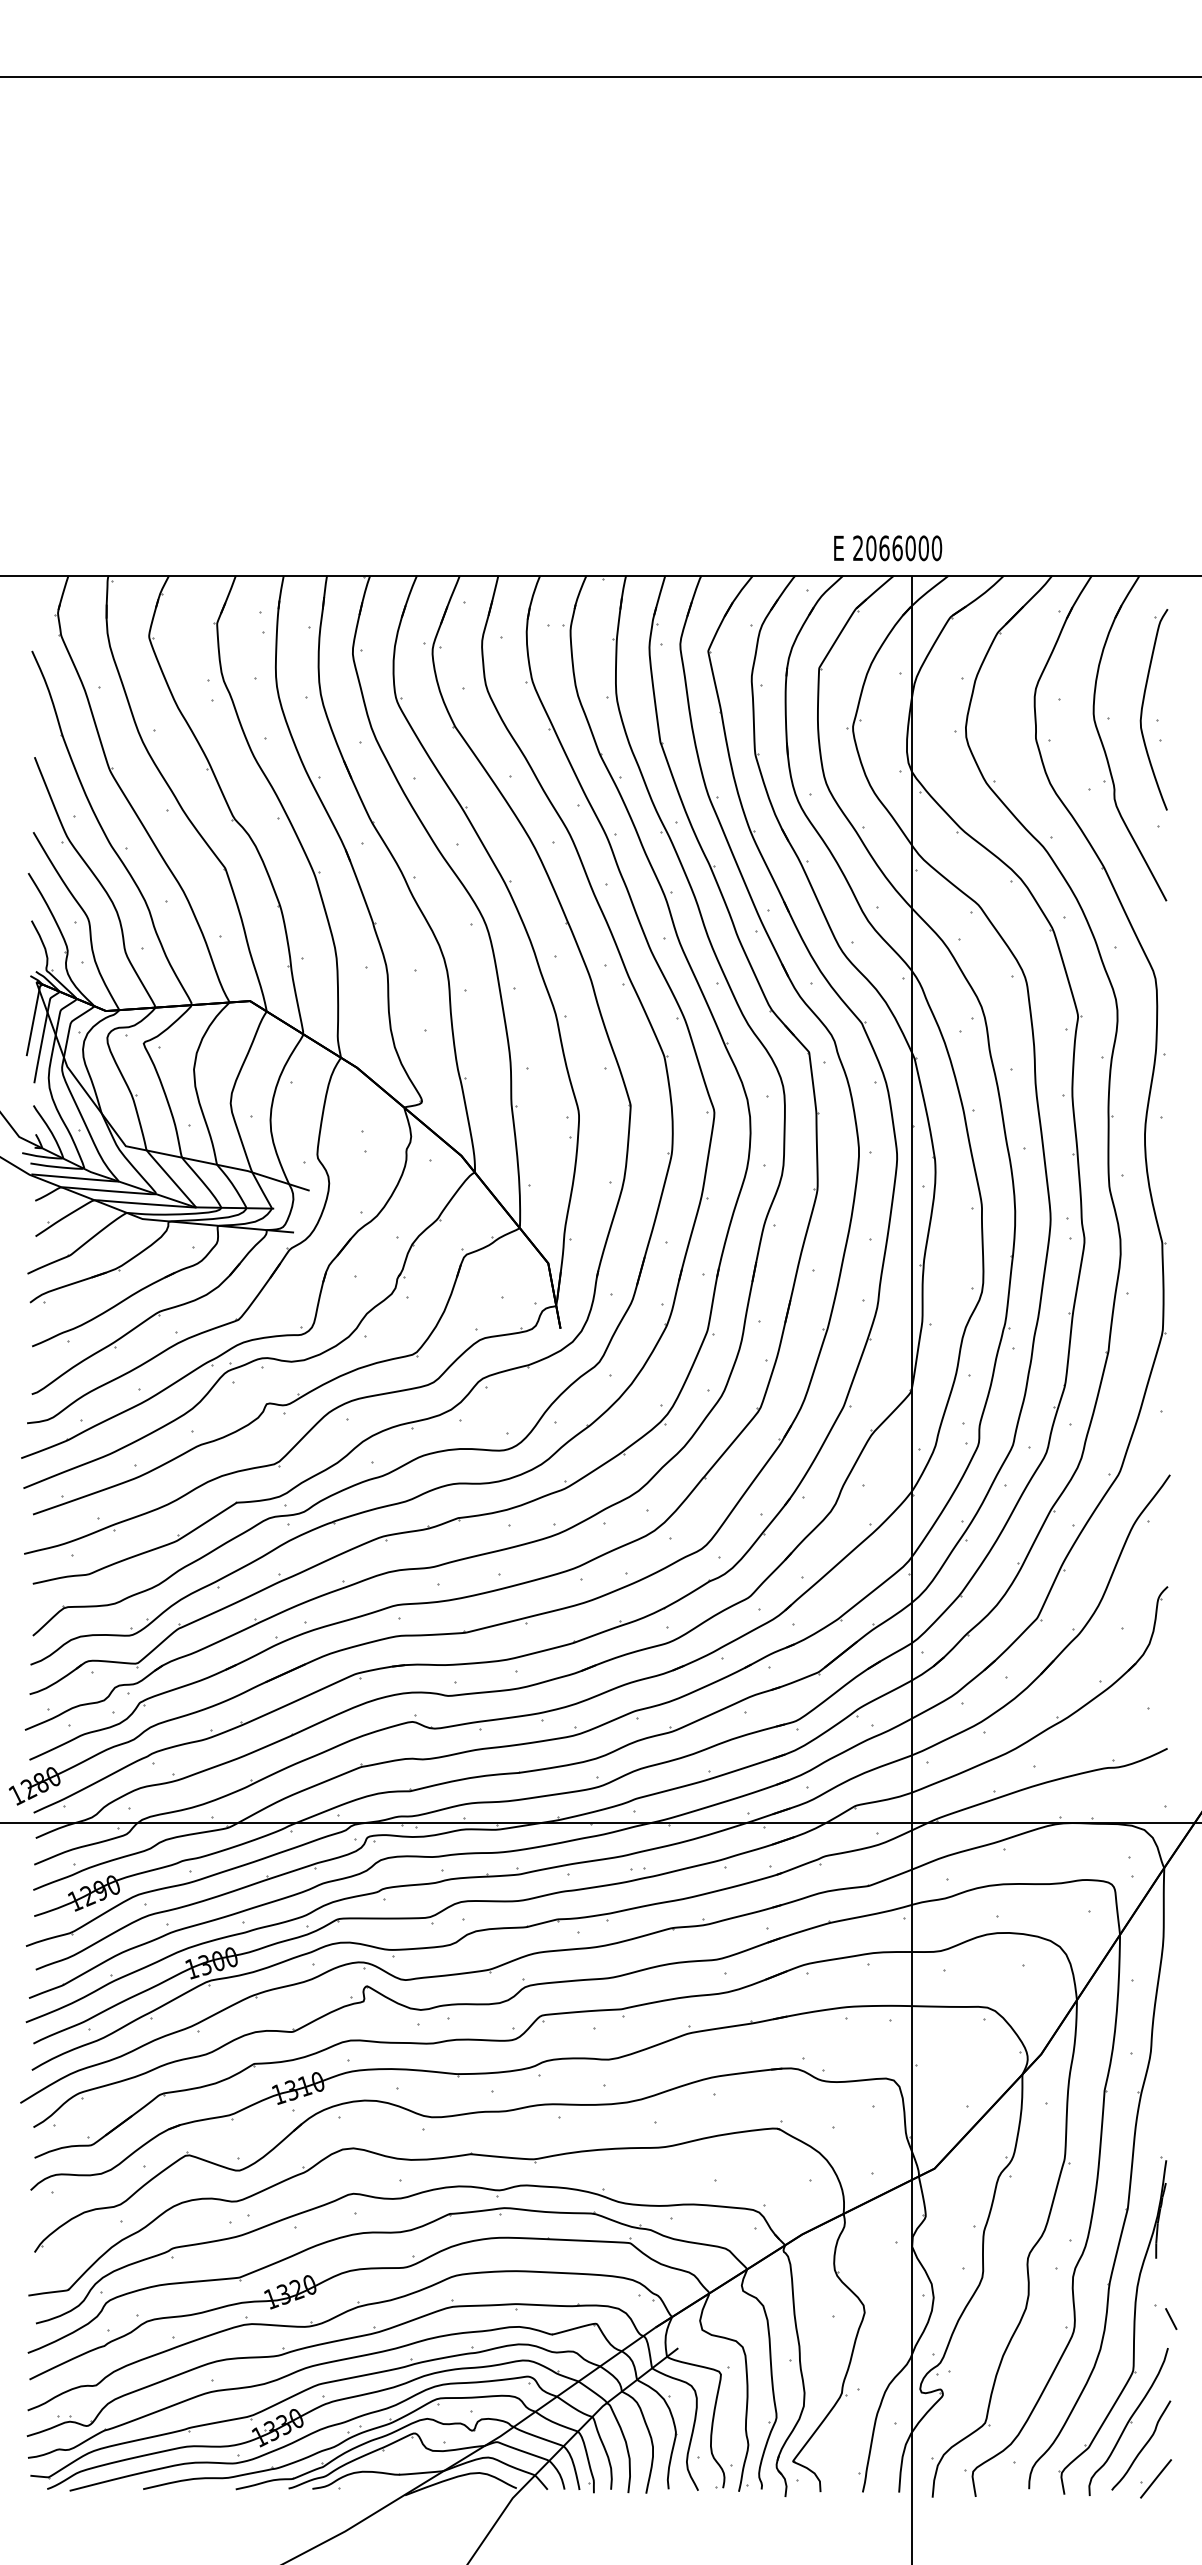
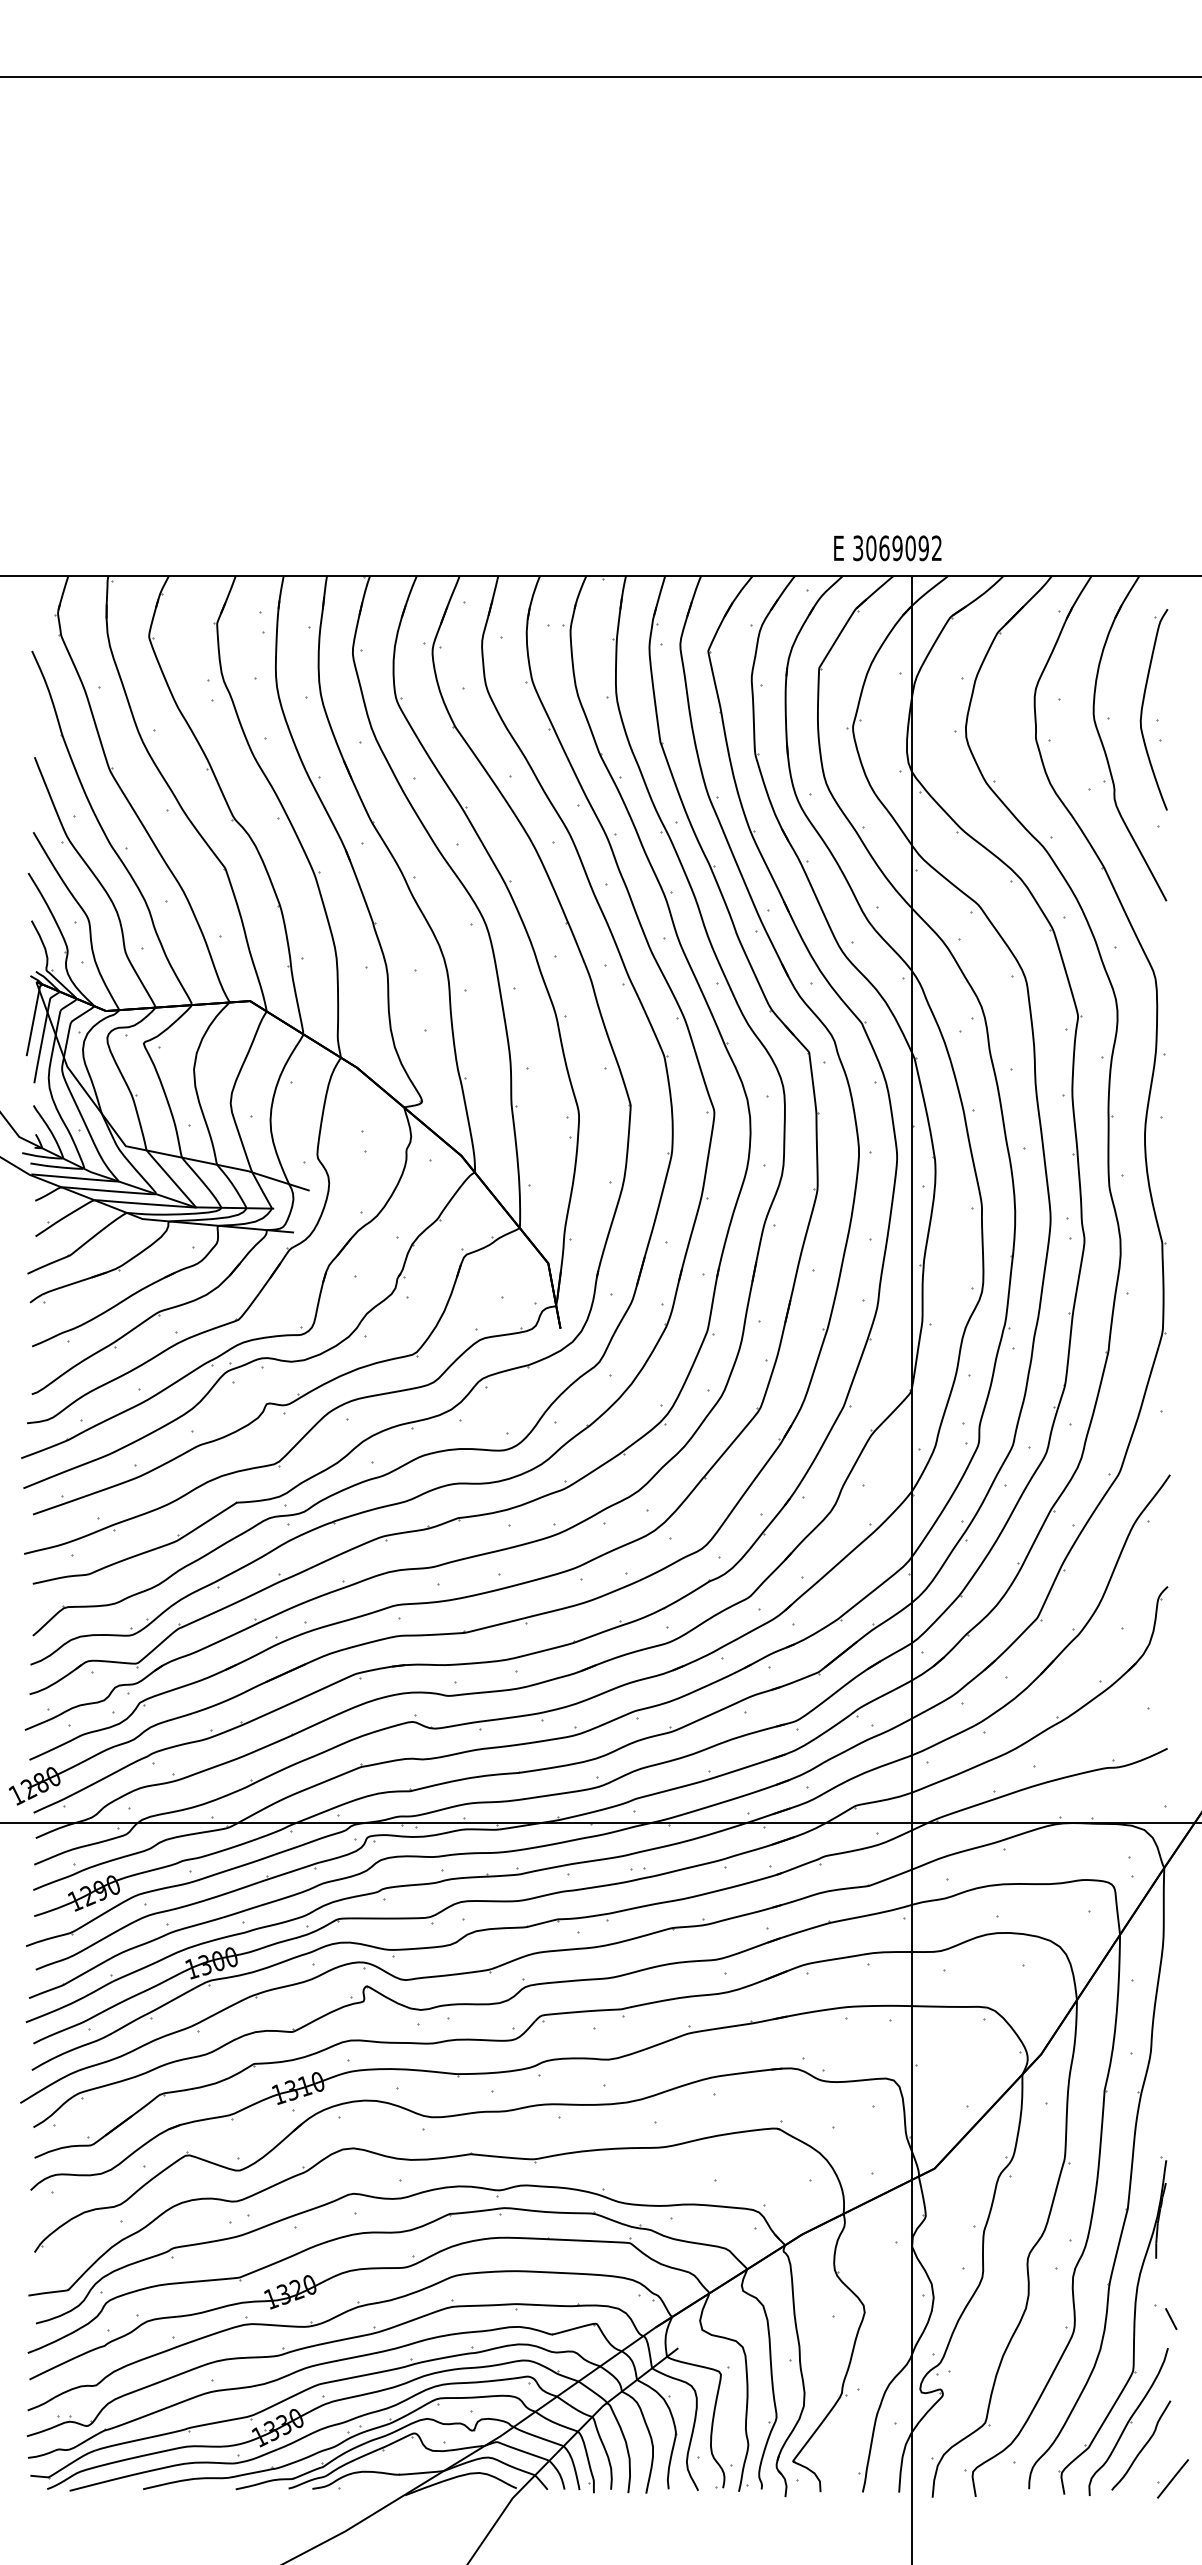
text at (897, 548): 2066000 -> 3069092
part at (1155, 2478) position: (1155, 2478) -> (1172, 2478)
